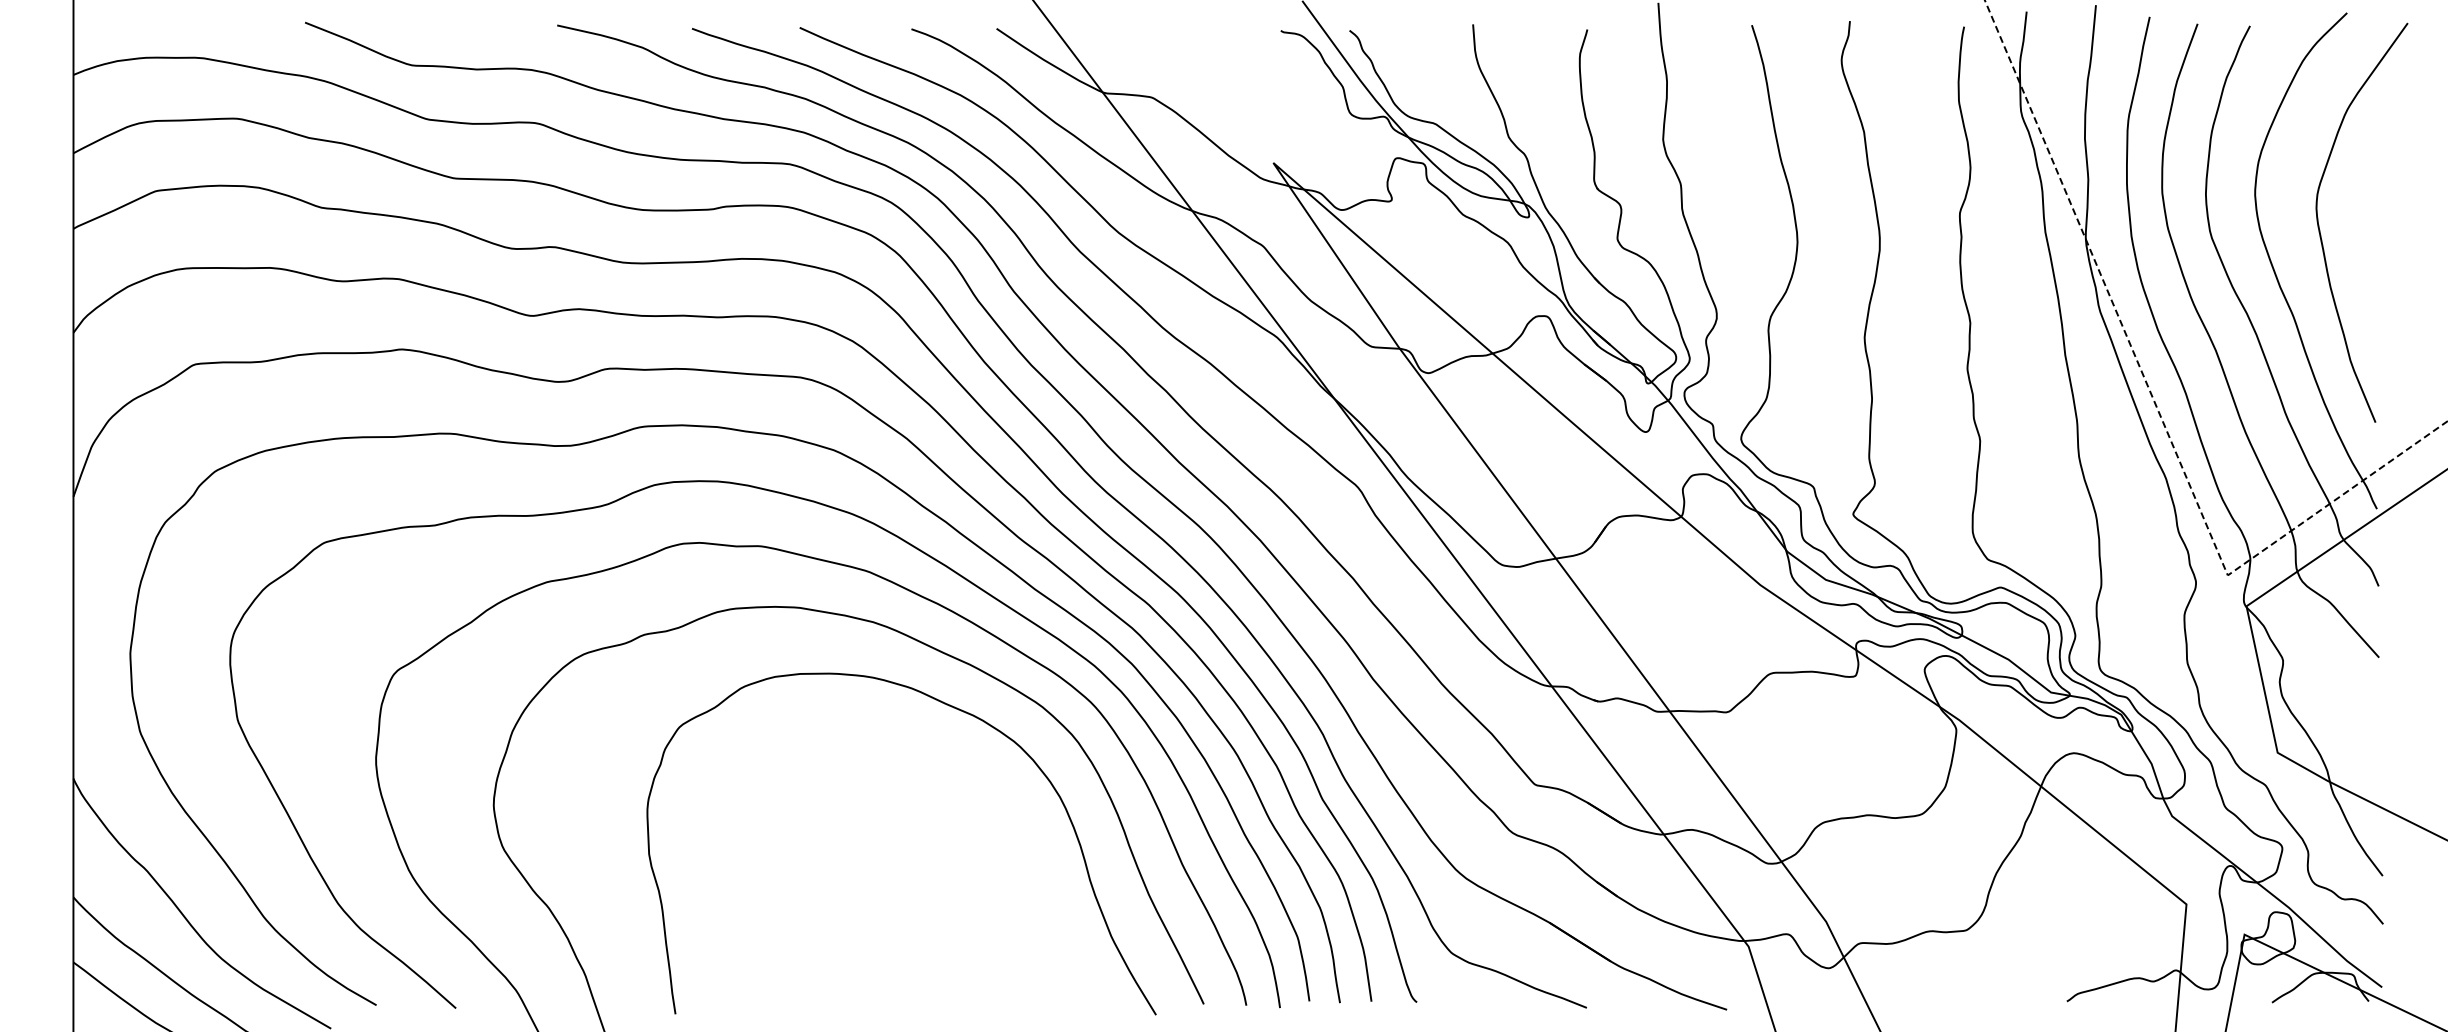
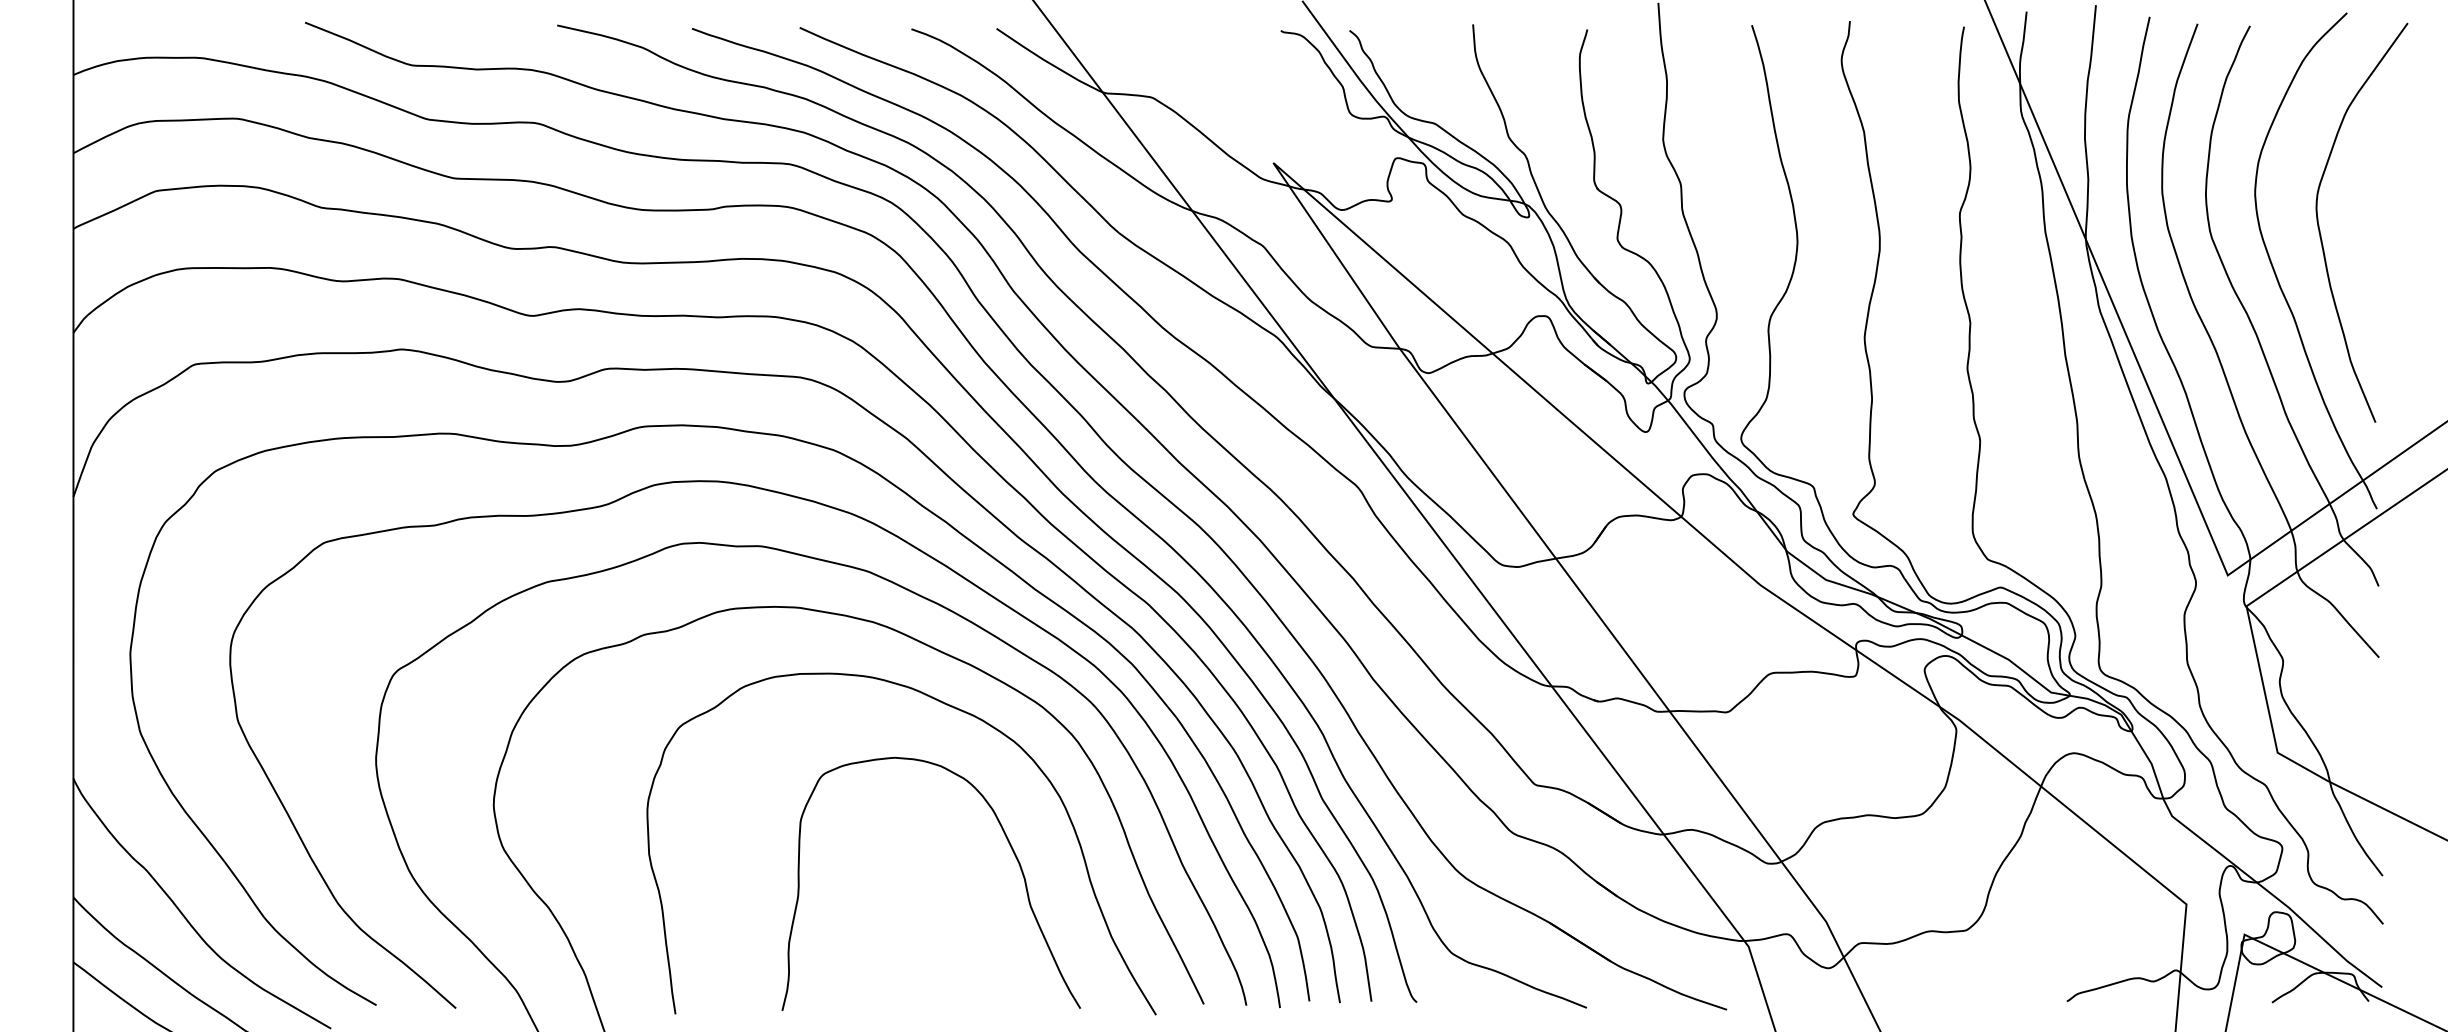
line at (2158, 411): dashed -> solid
curve at (1008, 843): none -> present
